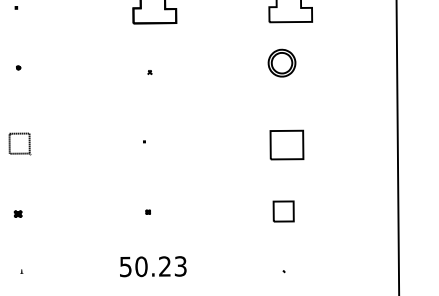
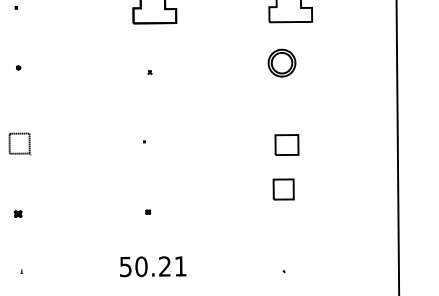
part at (286, 144) size: 36x32 px -> 26x22 px
part at (283, 211) position: (283, 211) -> (283, 189)
text at (180, 266): 50.23 -> 50.21
